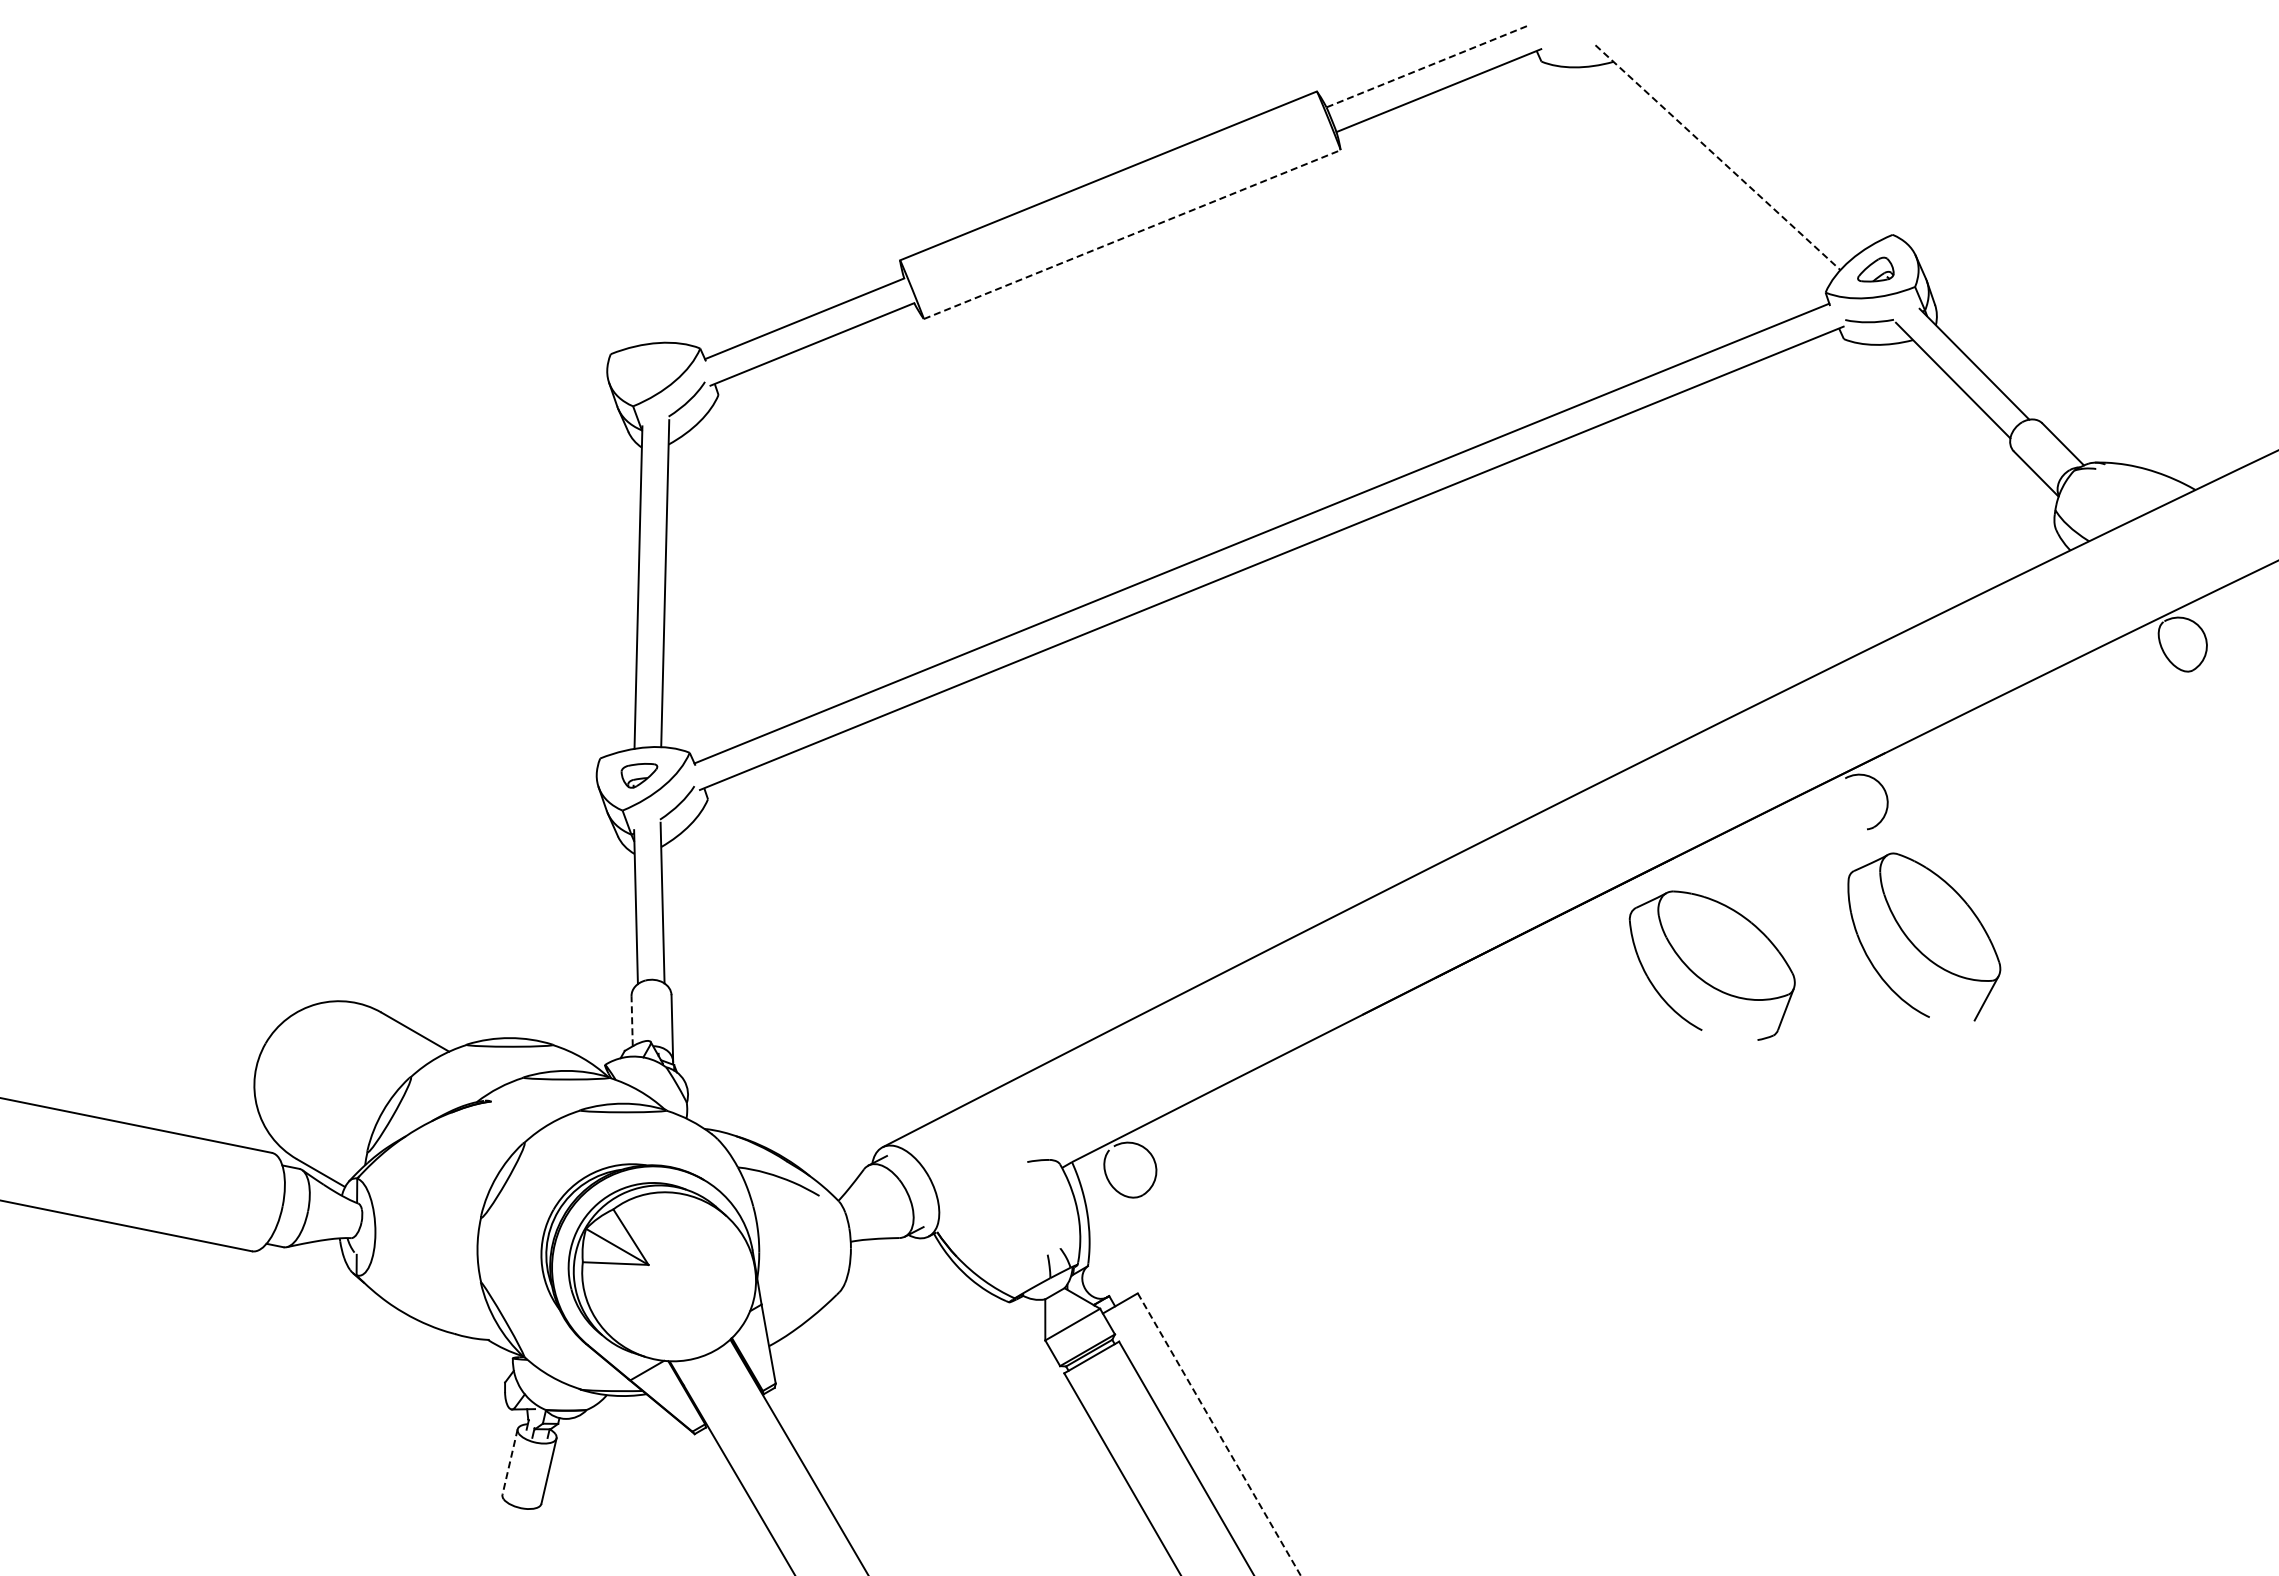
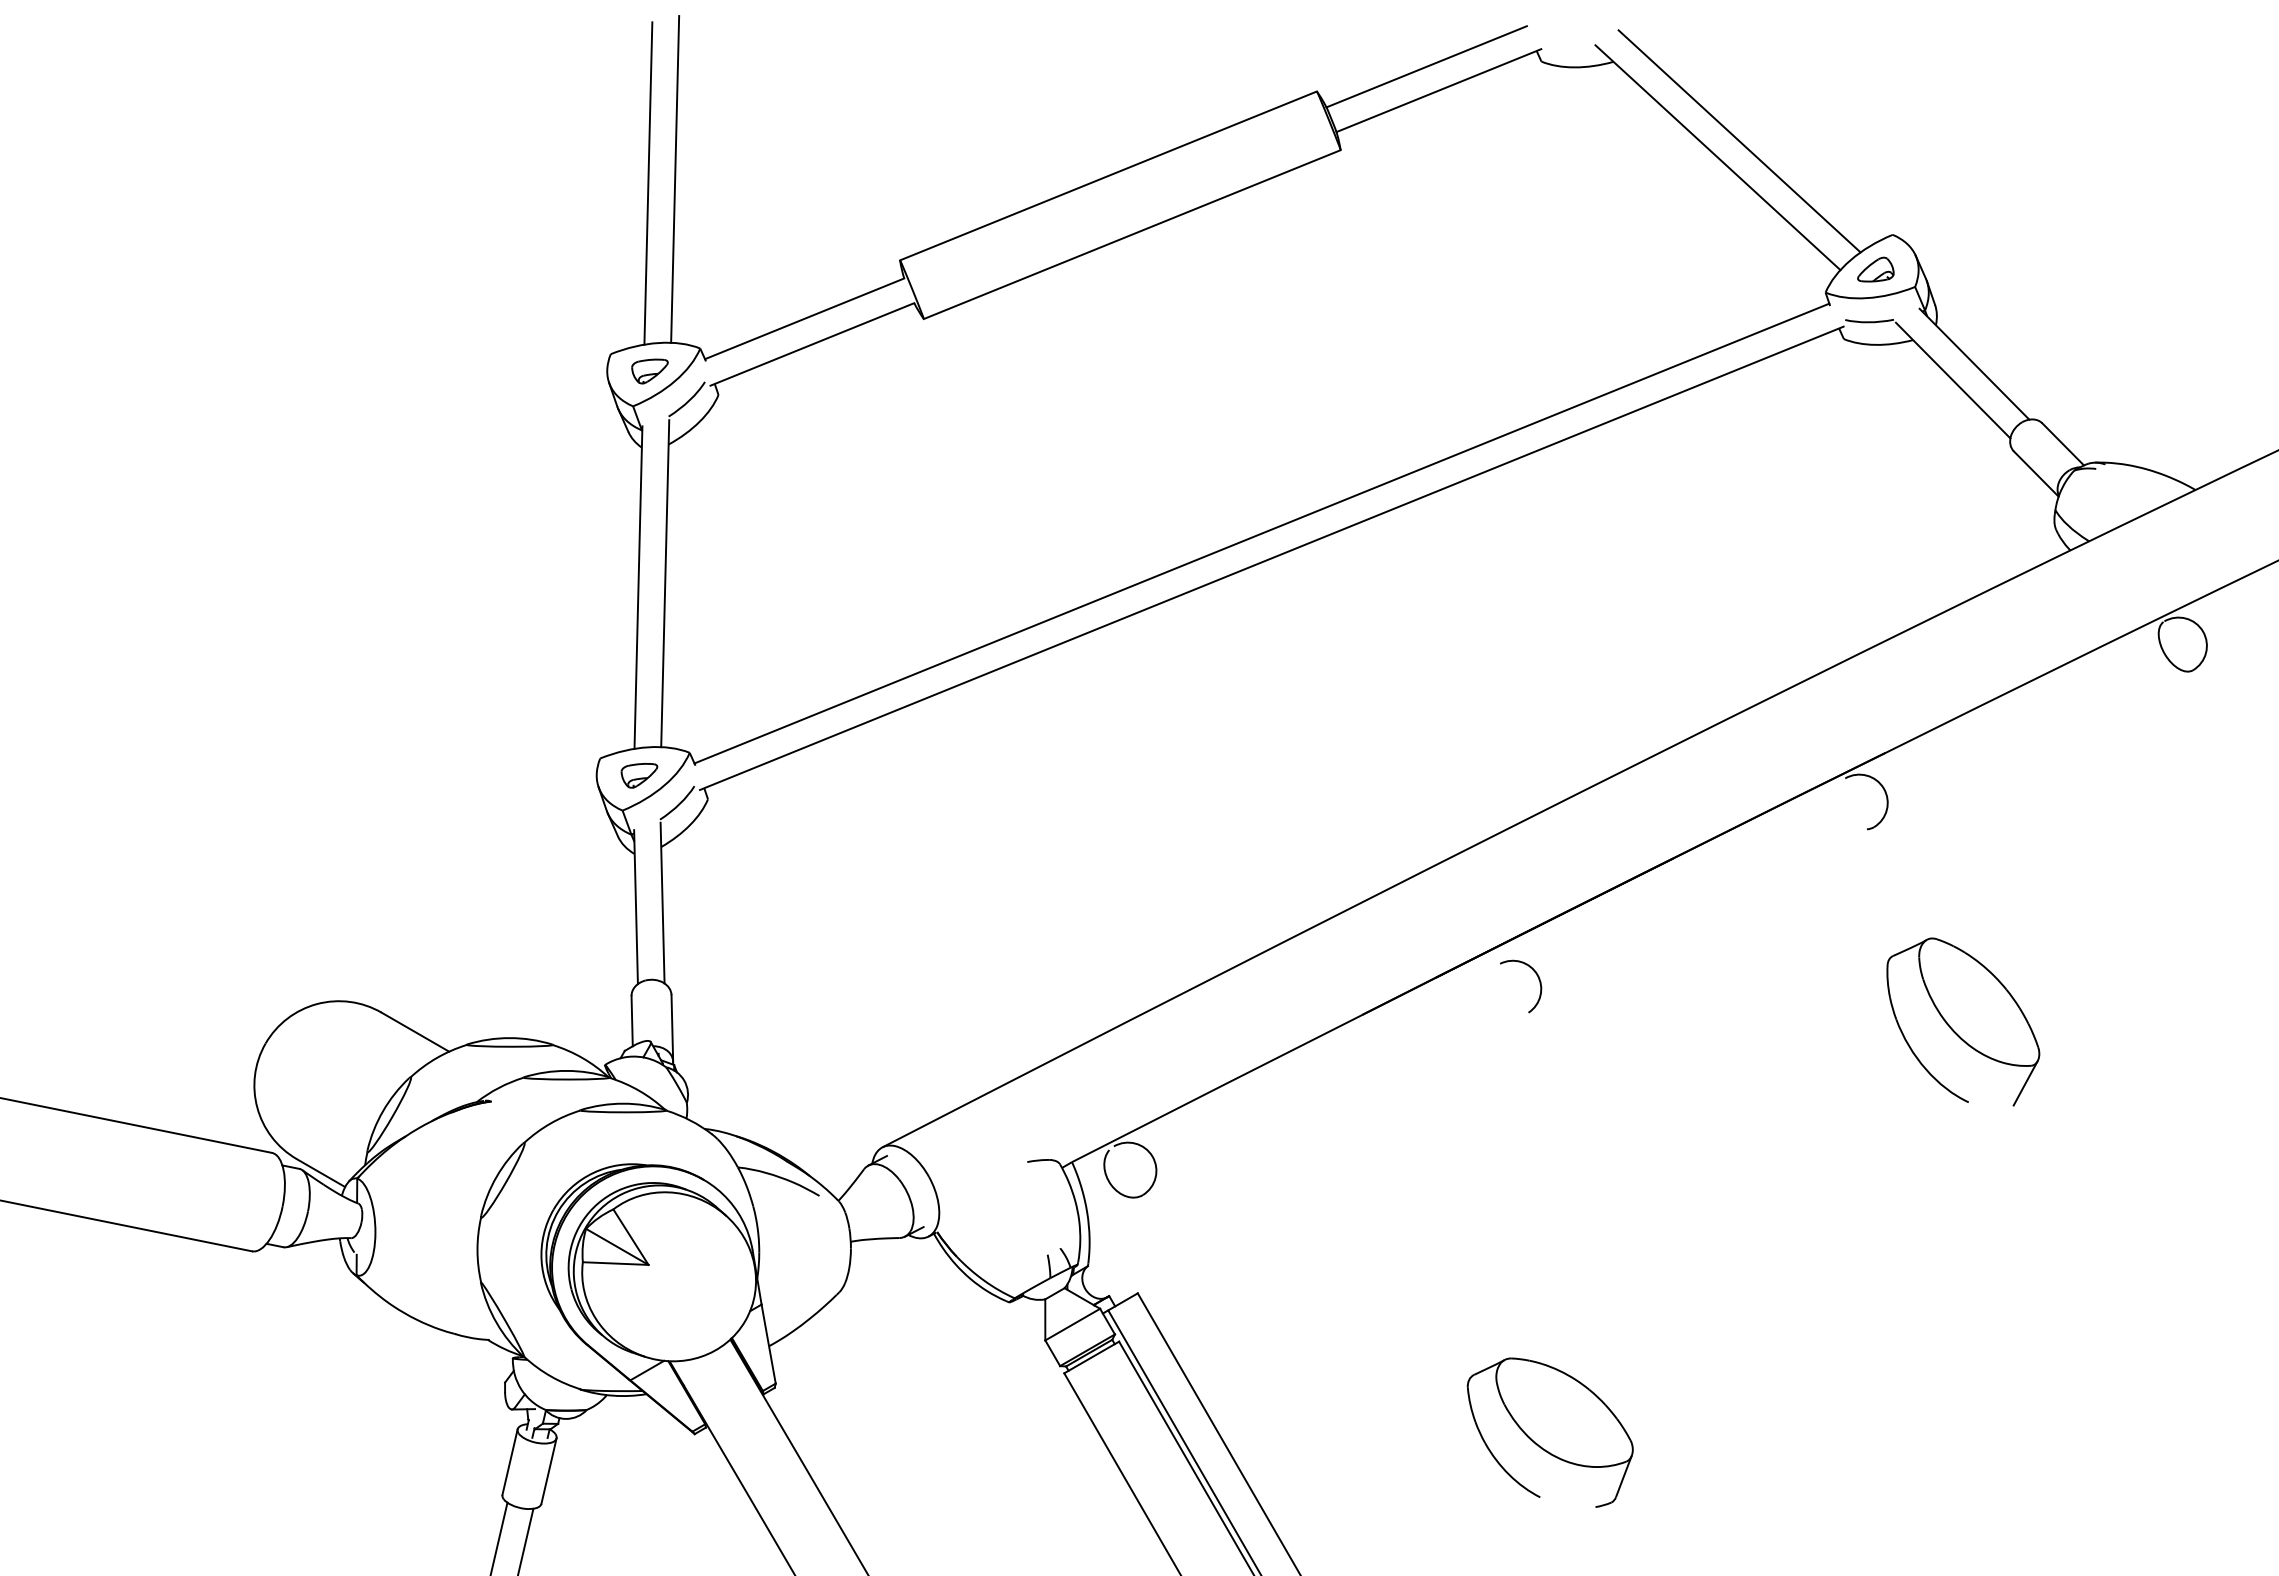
line at (1426, 66): dashed -> solid
line at (1739, 141): none -> present
line at (1718, 158): dashed -> solid
line at (675, 179): none -> present
line at (648, 183): none -> present
line at (1132, 234): dashed -> solid
part at (649, 371): none -> present
part at (1924, 936) position: (1924, 936) -> (1963, 1021)
part at (1711, 965) position: (1711, 965) -> (1549, 1432)
arc at (1538, 980): none -> present
line at (632, 1020): dashed -> solid
line at (1219, 1434): dashed -> solid
line at (1183, 1441): none -> present
line at (510, 1462): dashed -> solid
line at (499, 1537): none -> present
line at (525, 1540): none -> present
